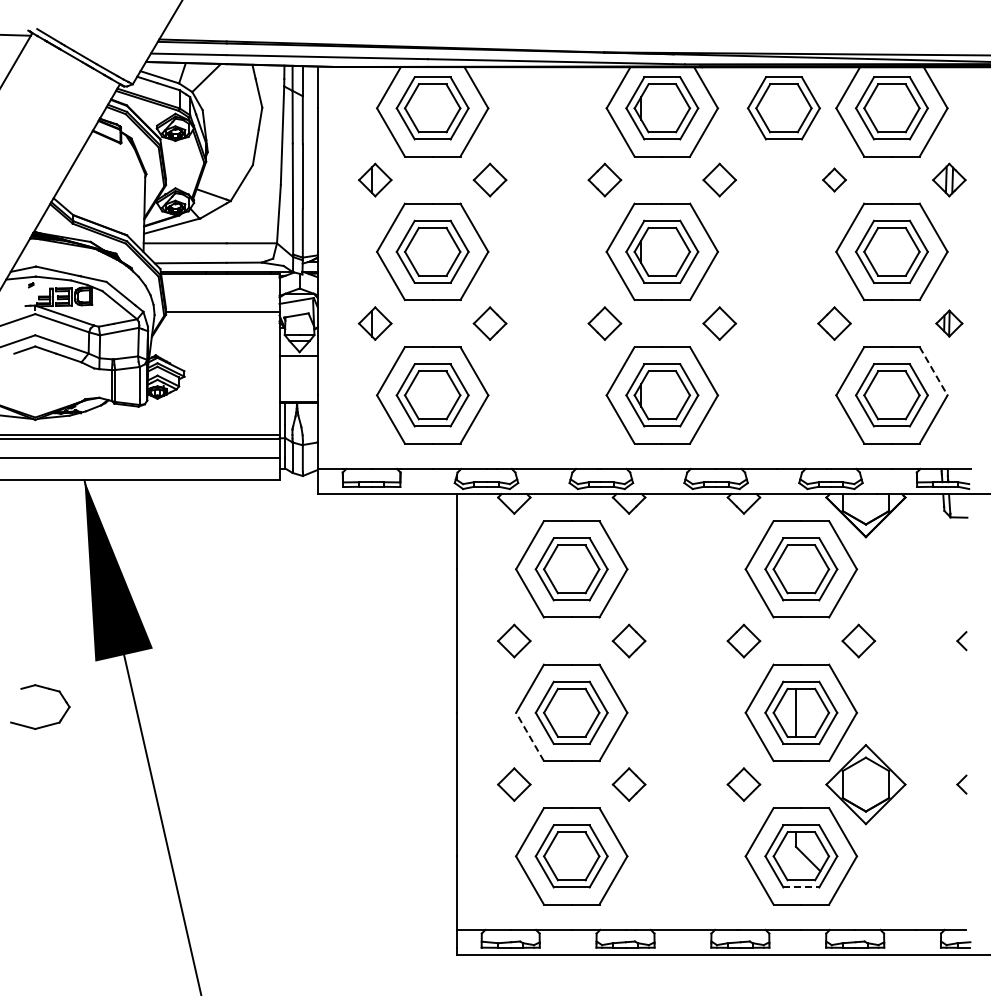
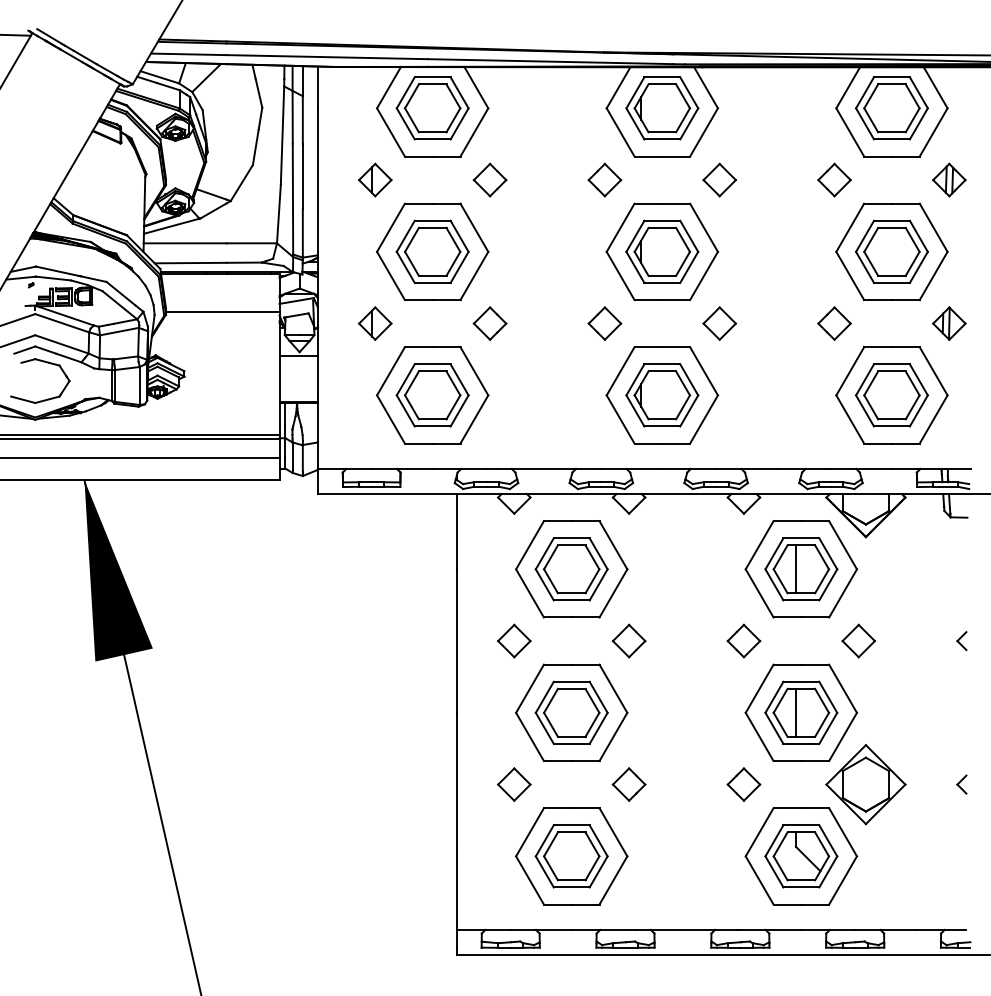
part at (783, 108): present -> none
part at (834, 179) size: 25x26 px -> 35x36 px
part at (949, 323) size: 29x29 px -> 35x35 px
line at (933, 371): dashed -> solid
line at (795, 569): none -> present
part at (46, 689) position: (46, 689) -> (46, 363)
line at (530, 736): dashed -> solid
line at (801, 887): dashed -> solid
